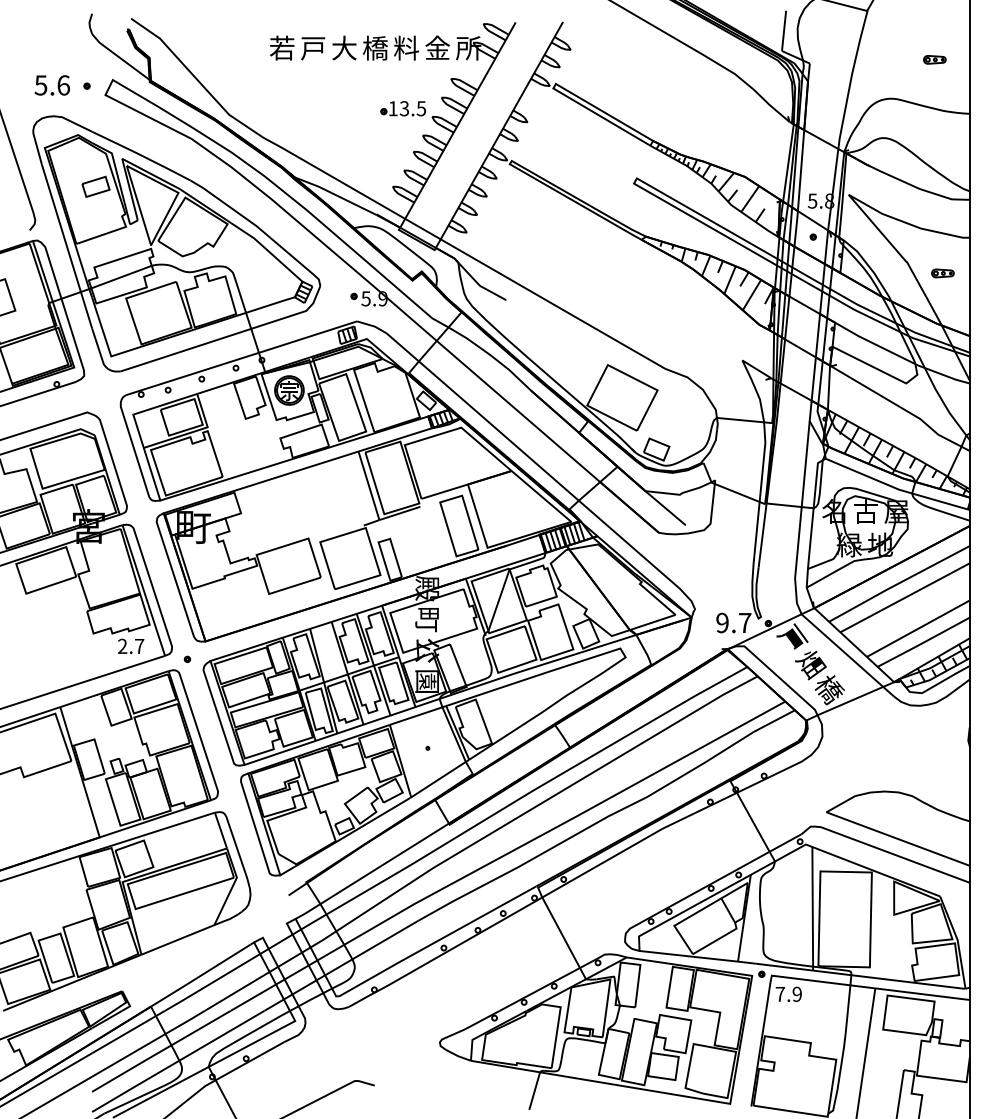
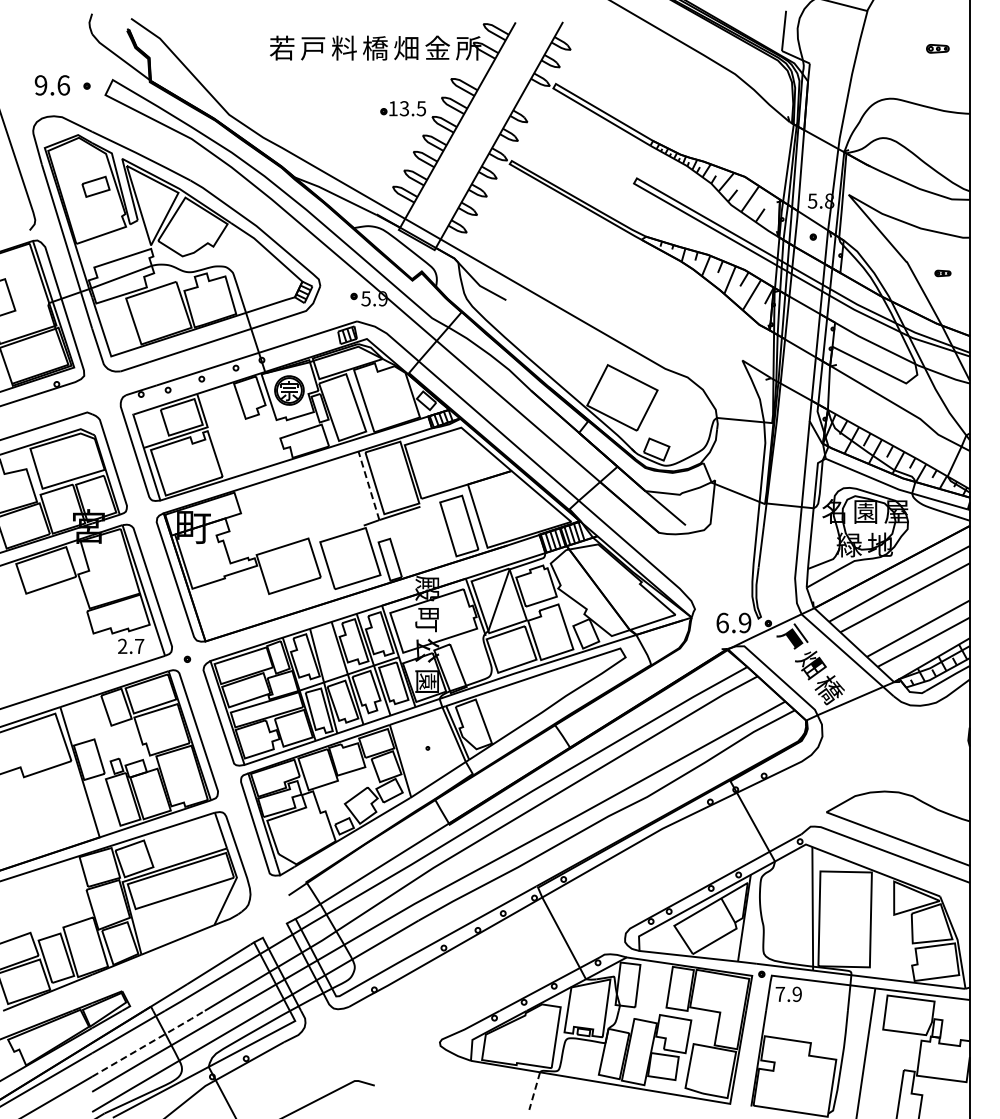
text at (344, 47): 大 -> 料
text at (406, 47): 料 -> 畑
part at (934, 59) position: (934, 59) -> (937, 48)
text at (40, 85): 5.6 -> 9.6
part at (942, 273) size: 24x11 px -> 18x9 px
line at (368, 485): solid -> dashed
text at (865, 511): 古 -> 園
text at (733, 622): 9.7 -> 6.9
line at (149, 1043): solid -> dashed
line at (534, 1091): solid -> dashed
